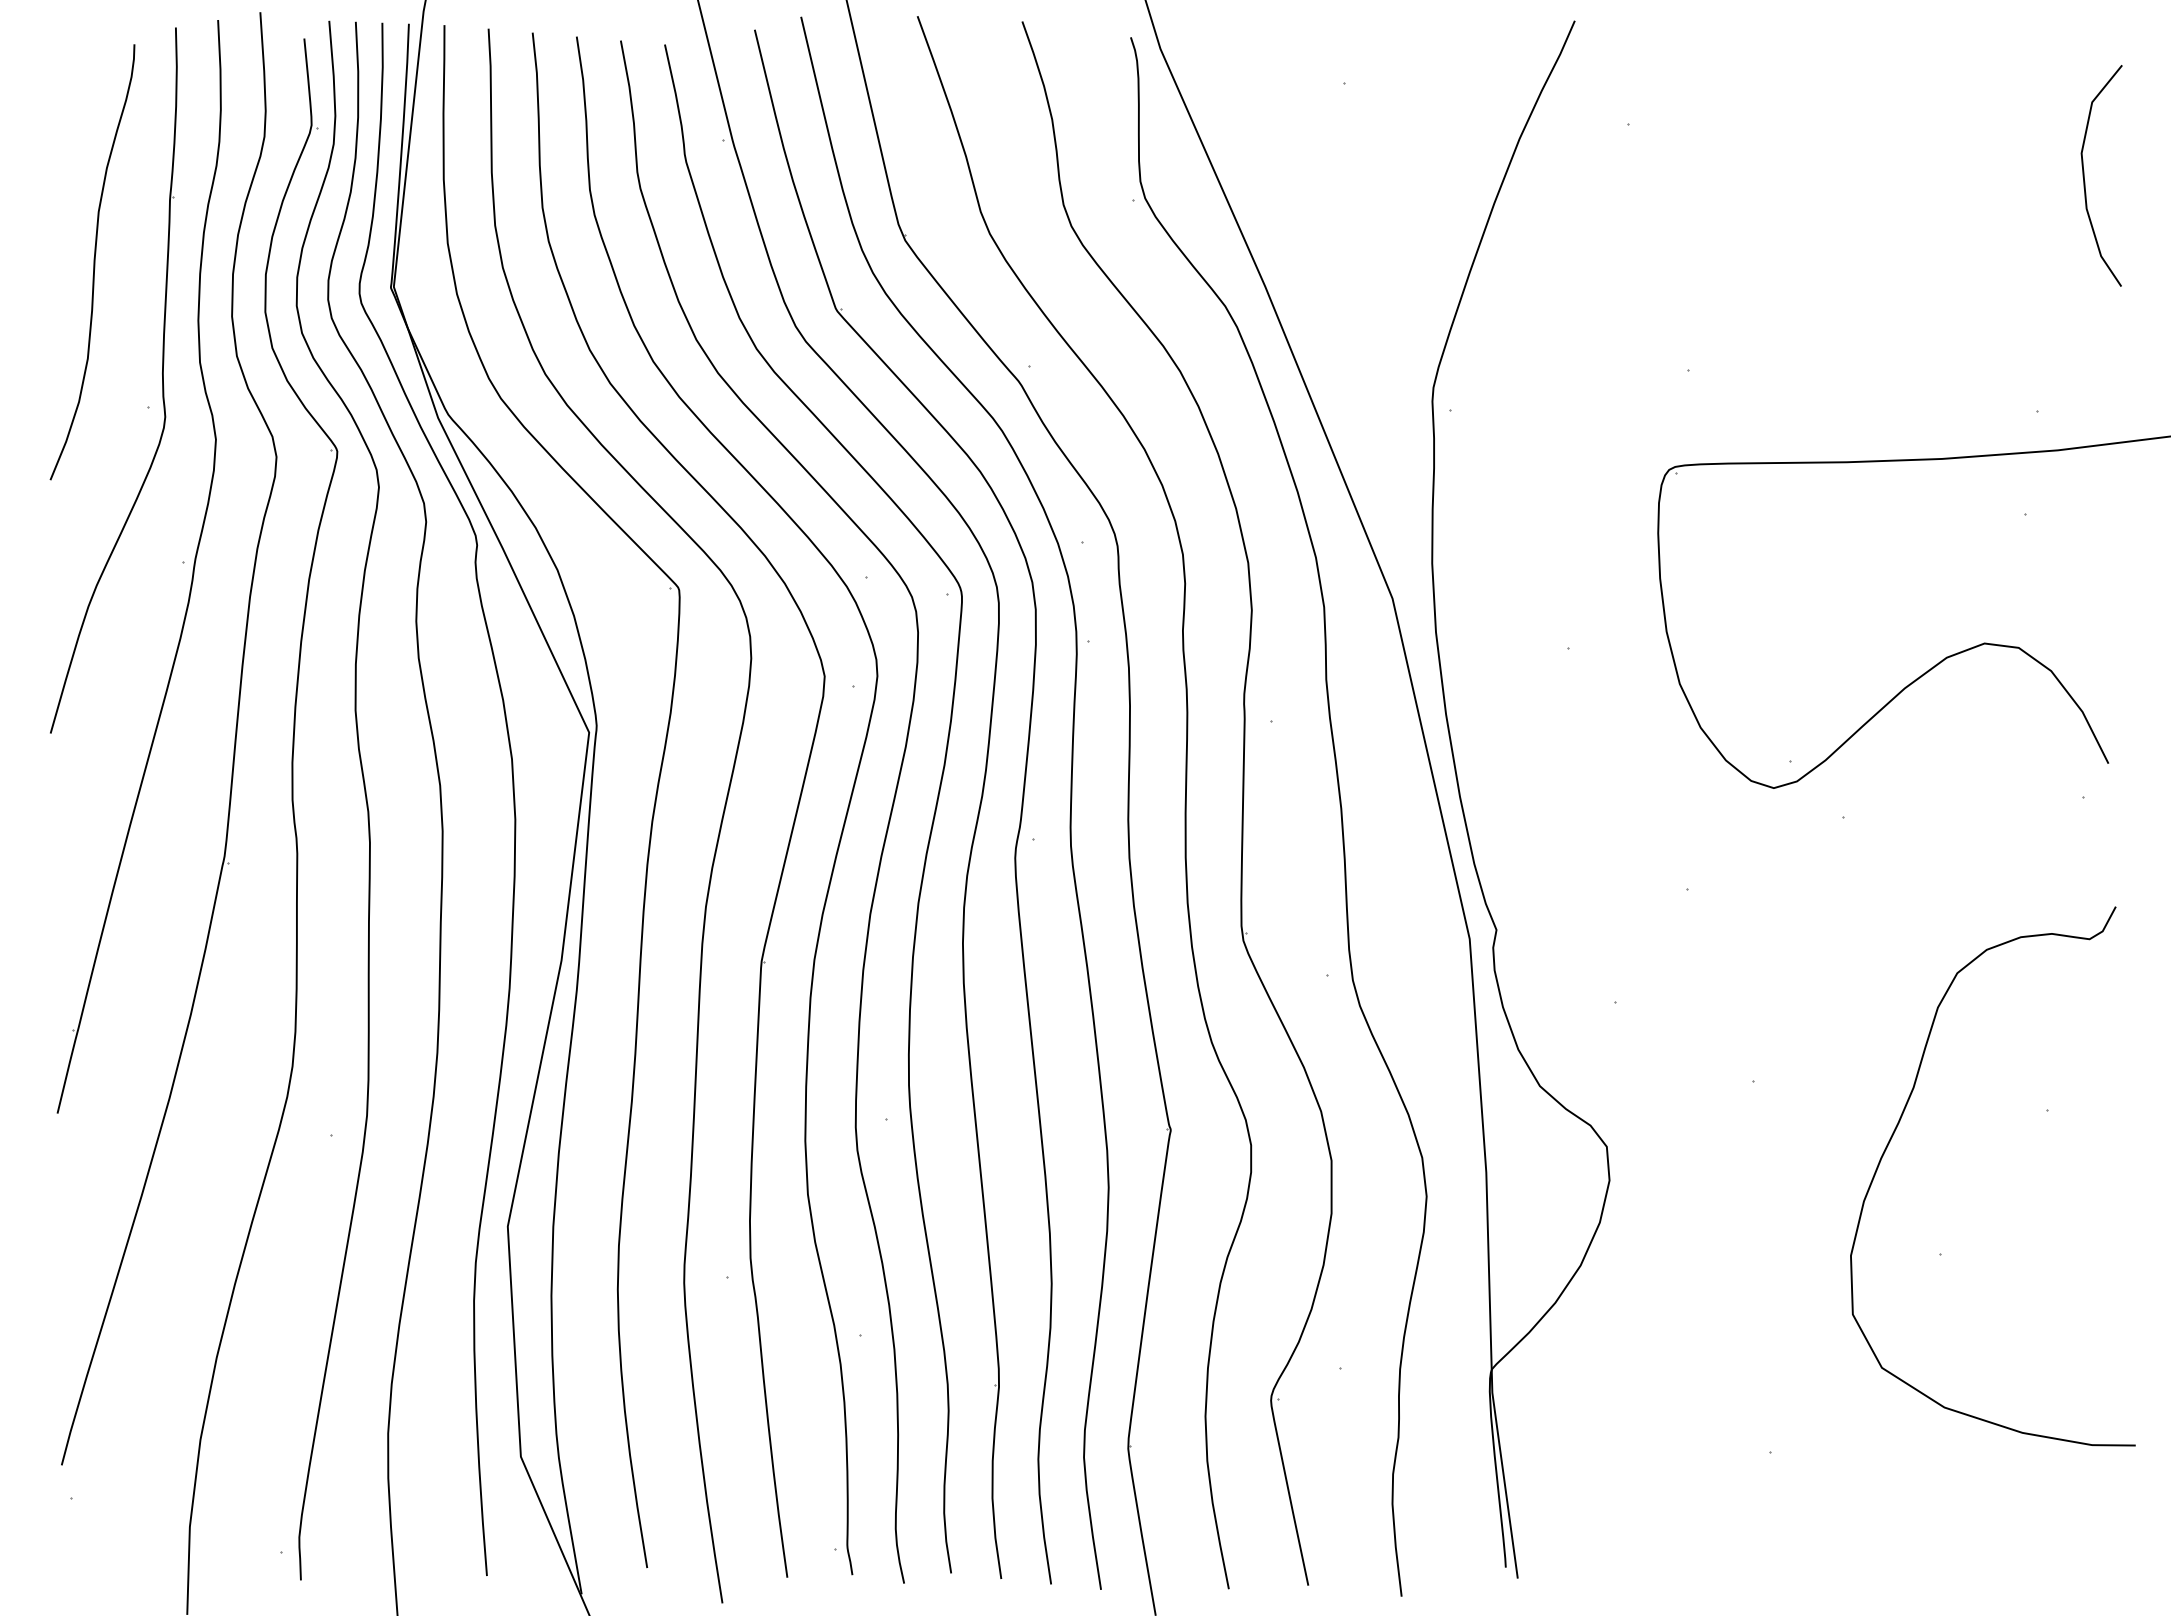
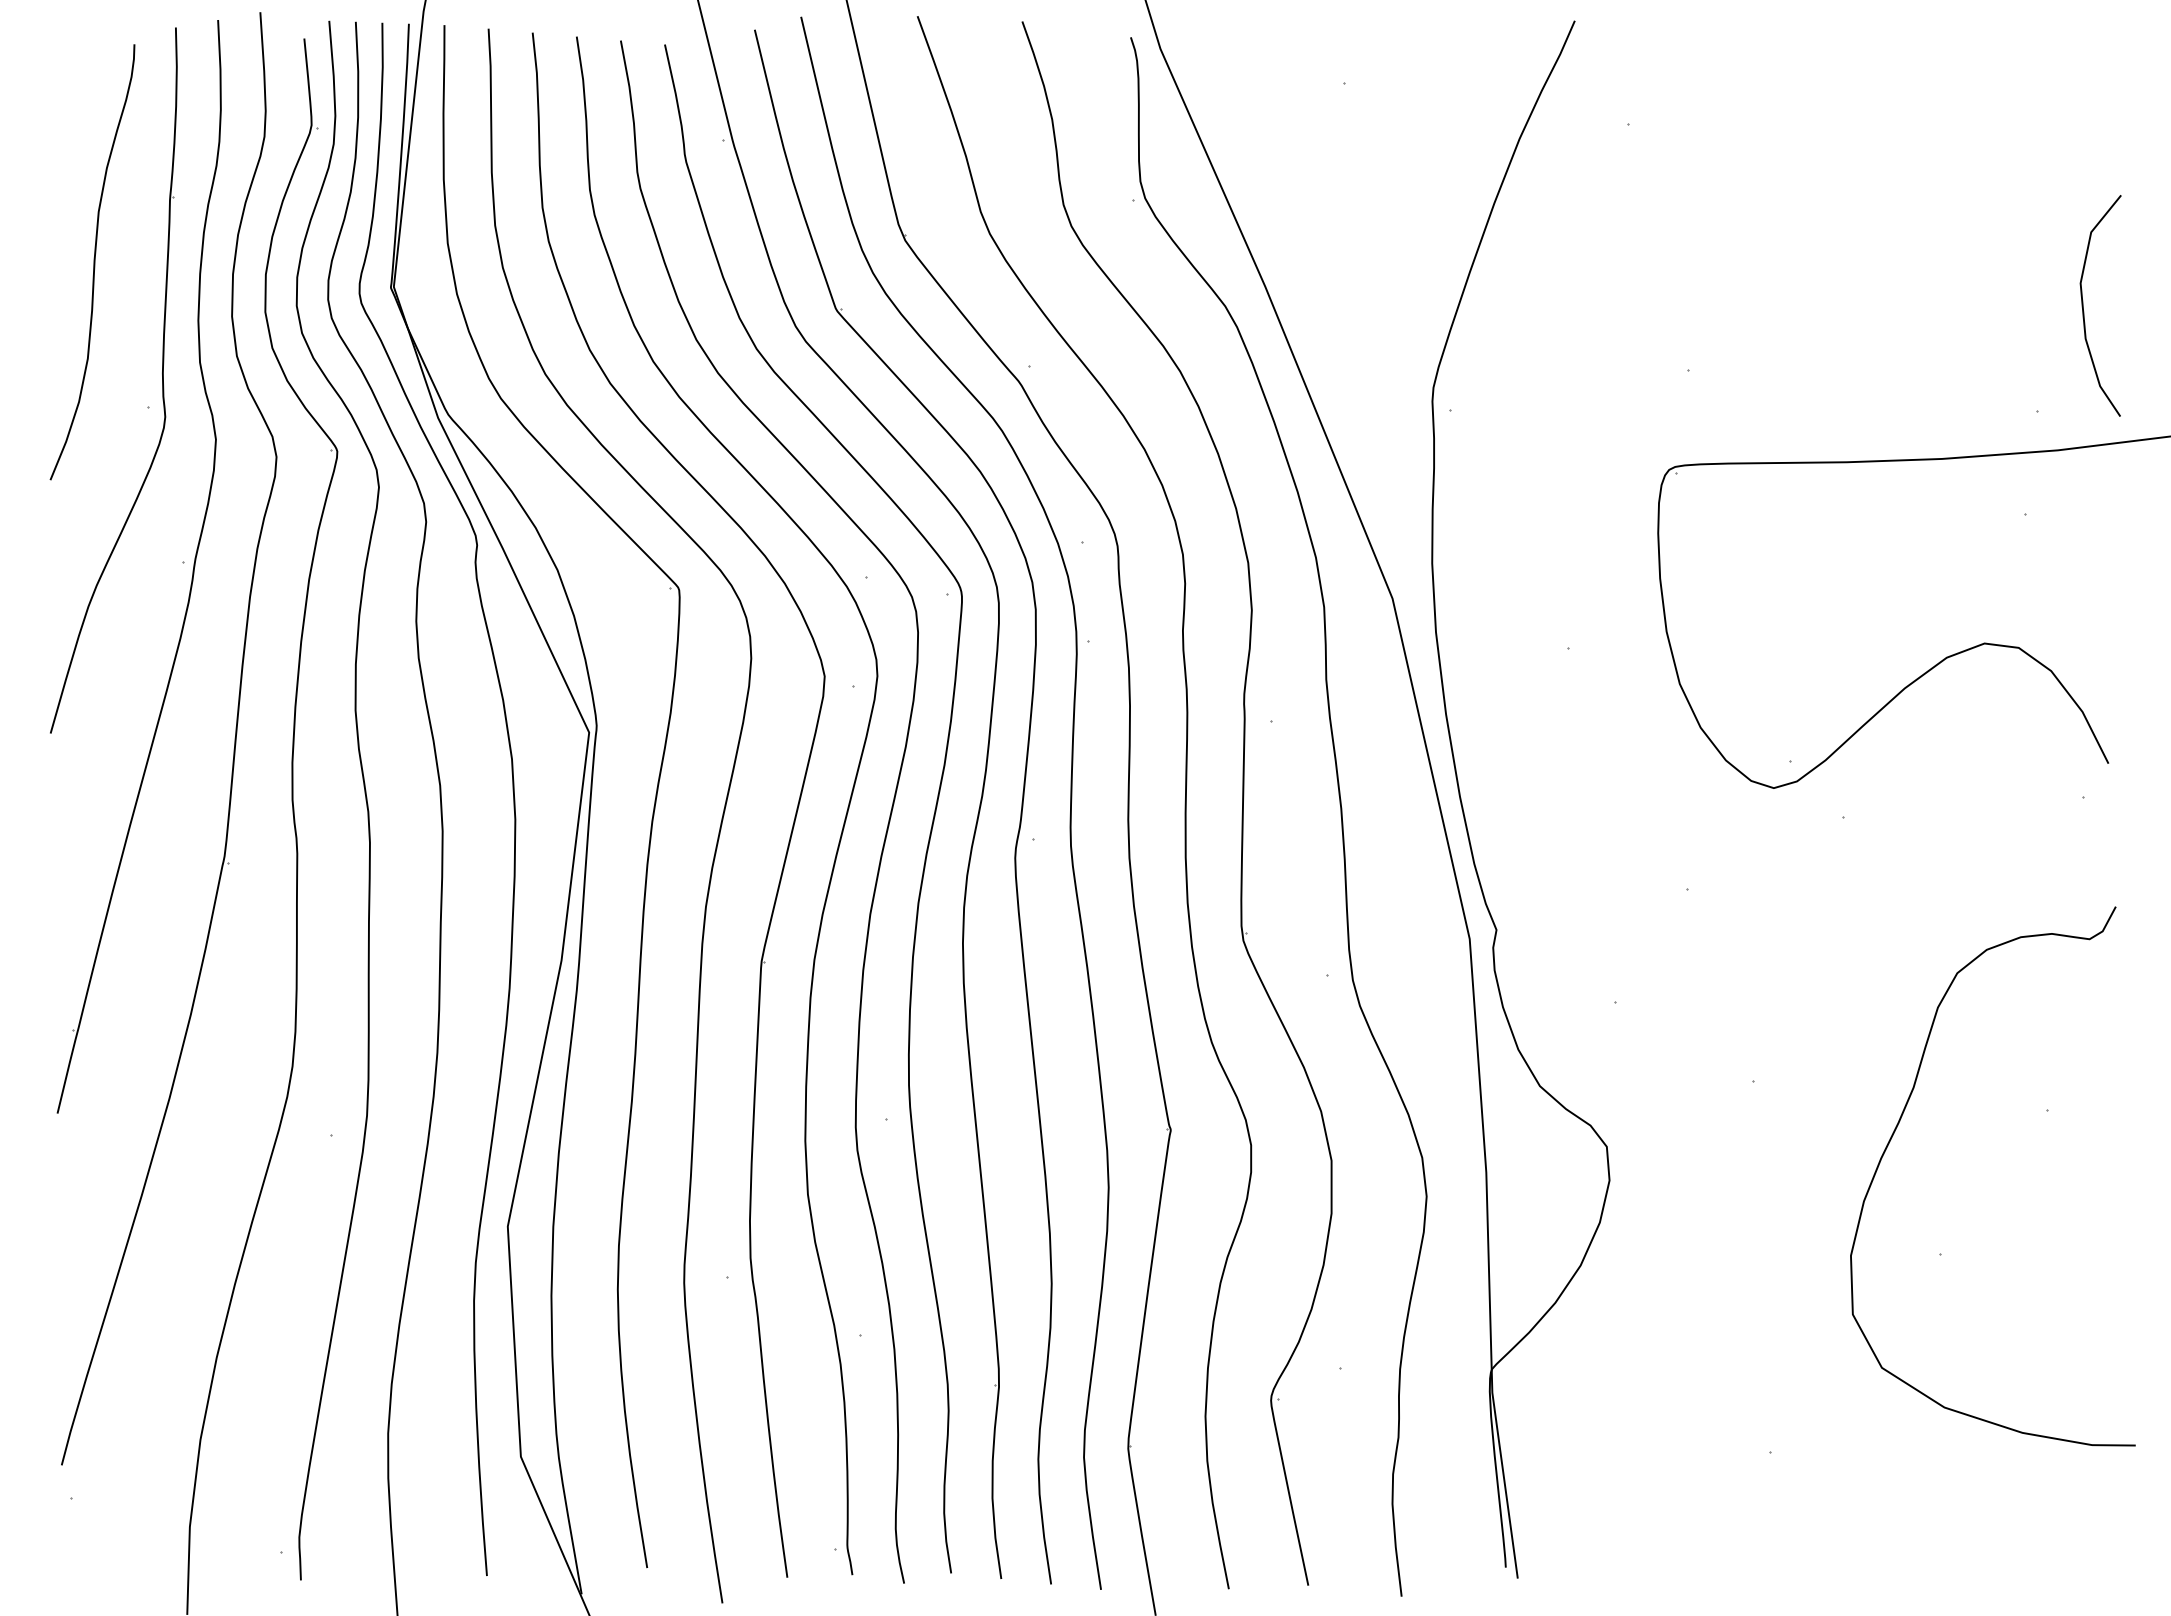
curve at (2084, 175) position: (2084, 175) -> (2083, 305)
